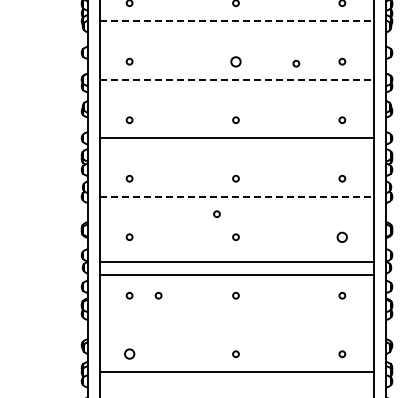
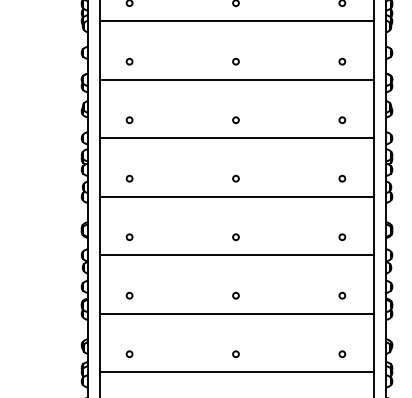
line at (237, 21): dashed -> solid
circle at (235, 61) size: 12x12 px -> 8x9 px
circle at (296, 63): present -> none
line at (237, 79): dashed -> solid
line at (237, 196): dashed -> solid
circle at (216, 213): present -> none
circle at (341, 236) size: 12x12 px -> 9x8 px
line at (236, 262) position: (236, 262) -> (236, 255)
line at (236, 274) position: (236, 274) -> (236, 313)
circle at (158, 295): present -> none
circle at (129, 353) size: 12x12 px -> 9x9 px
